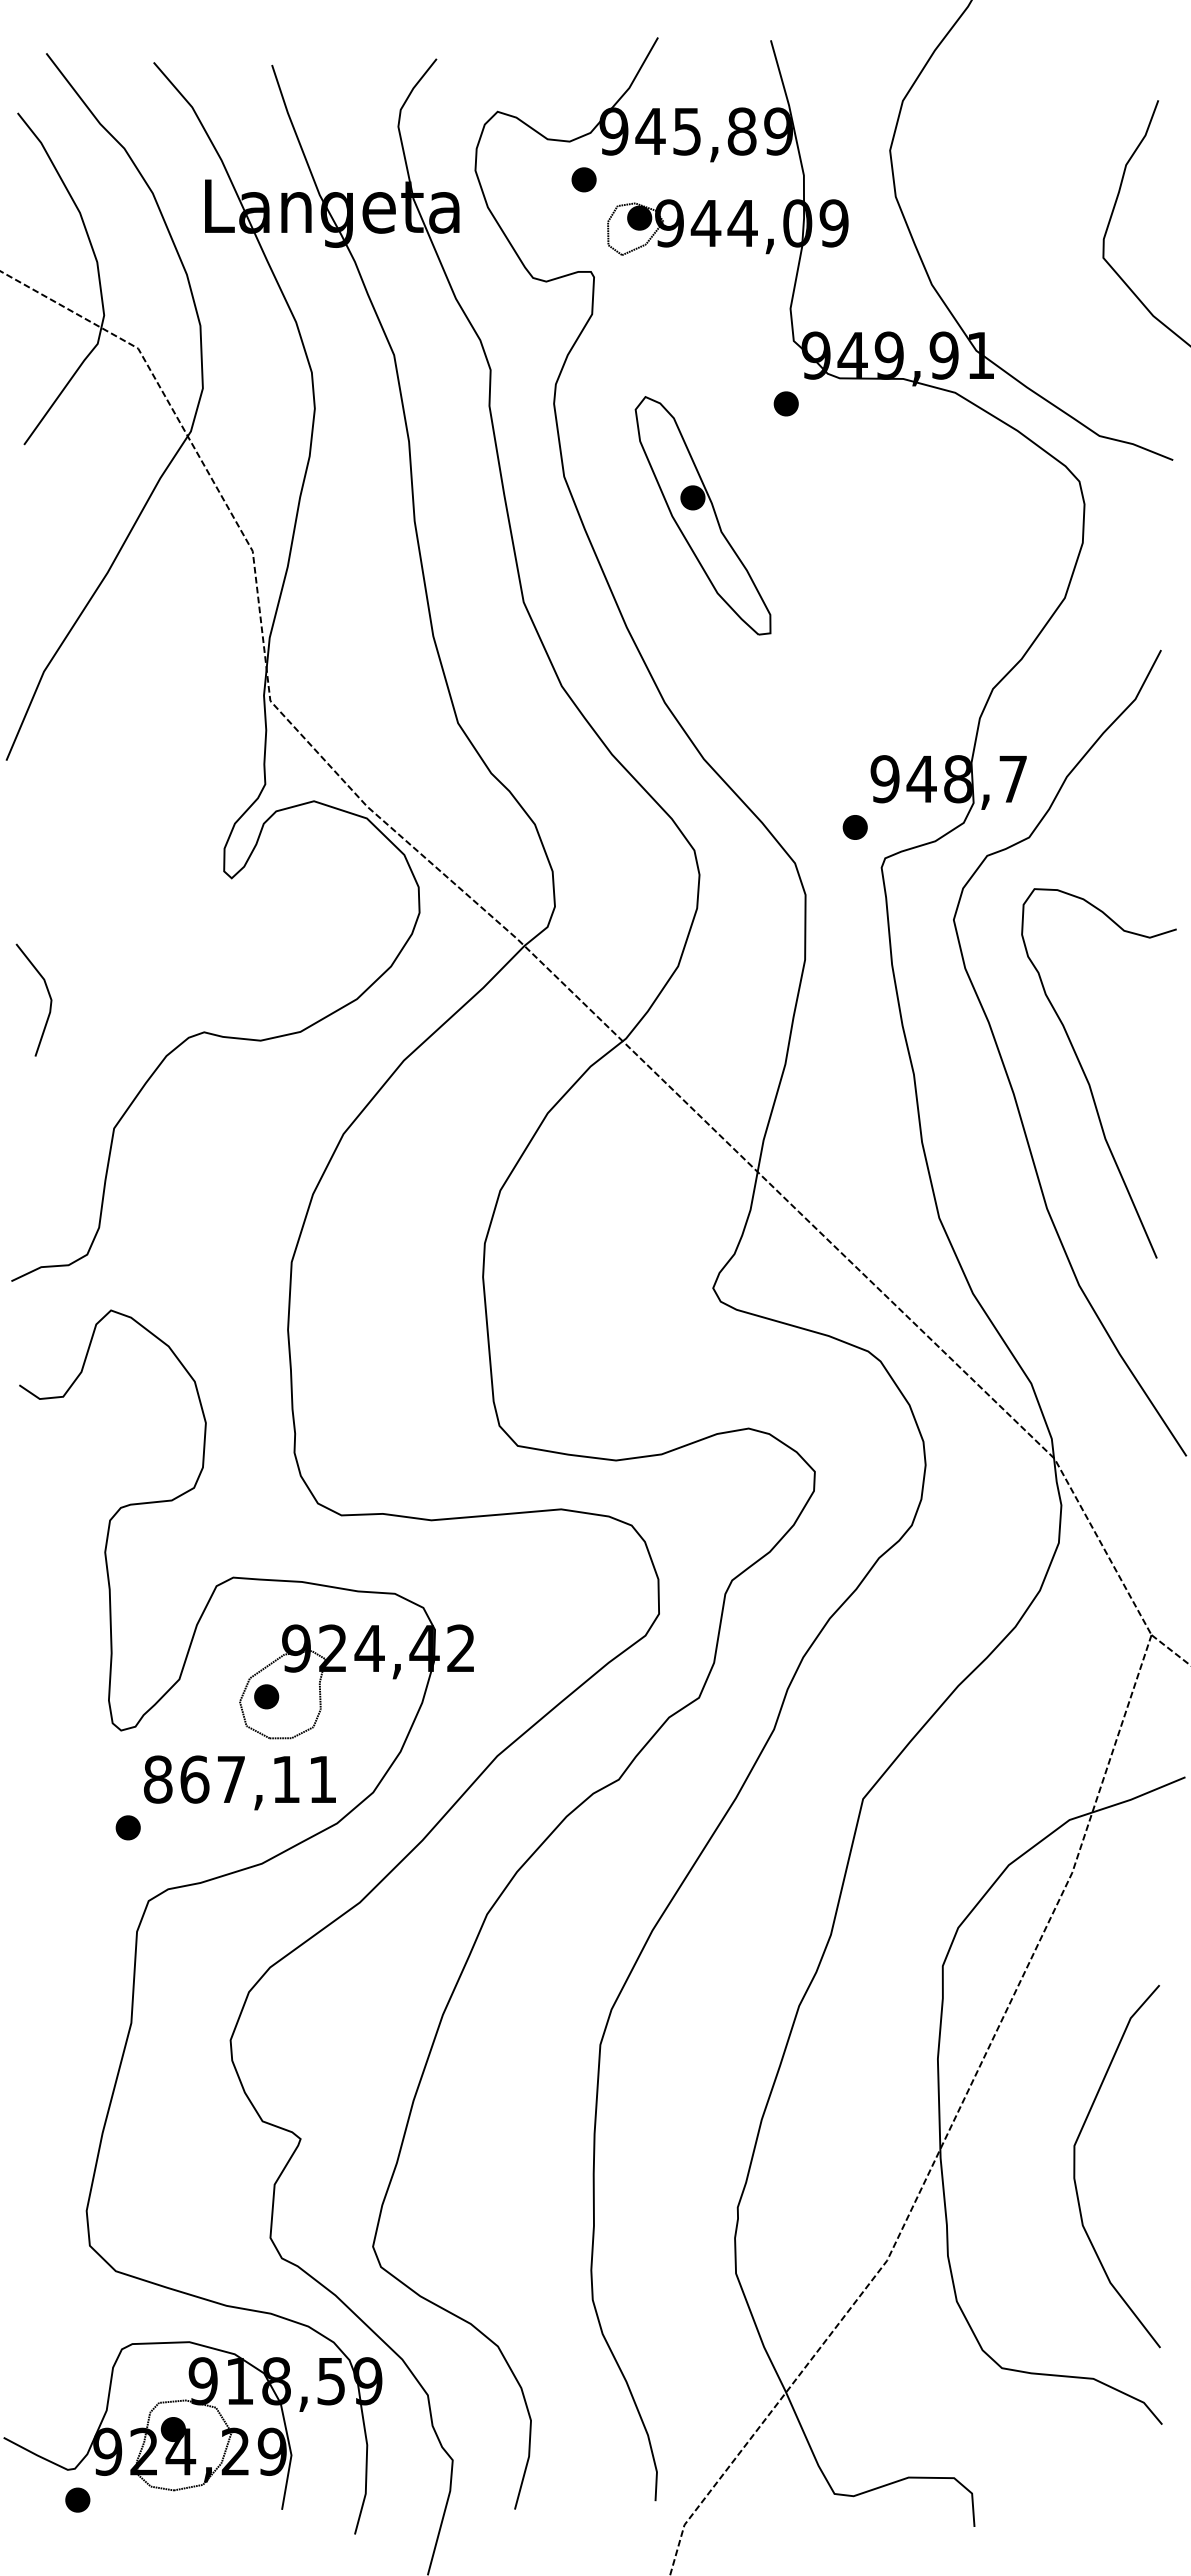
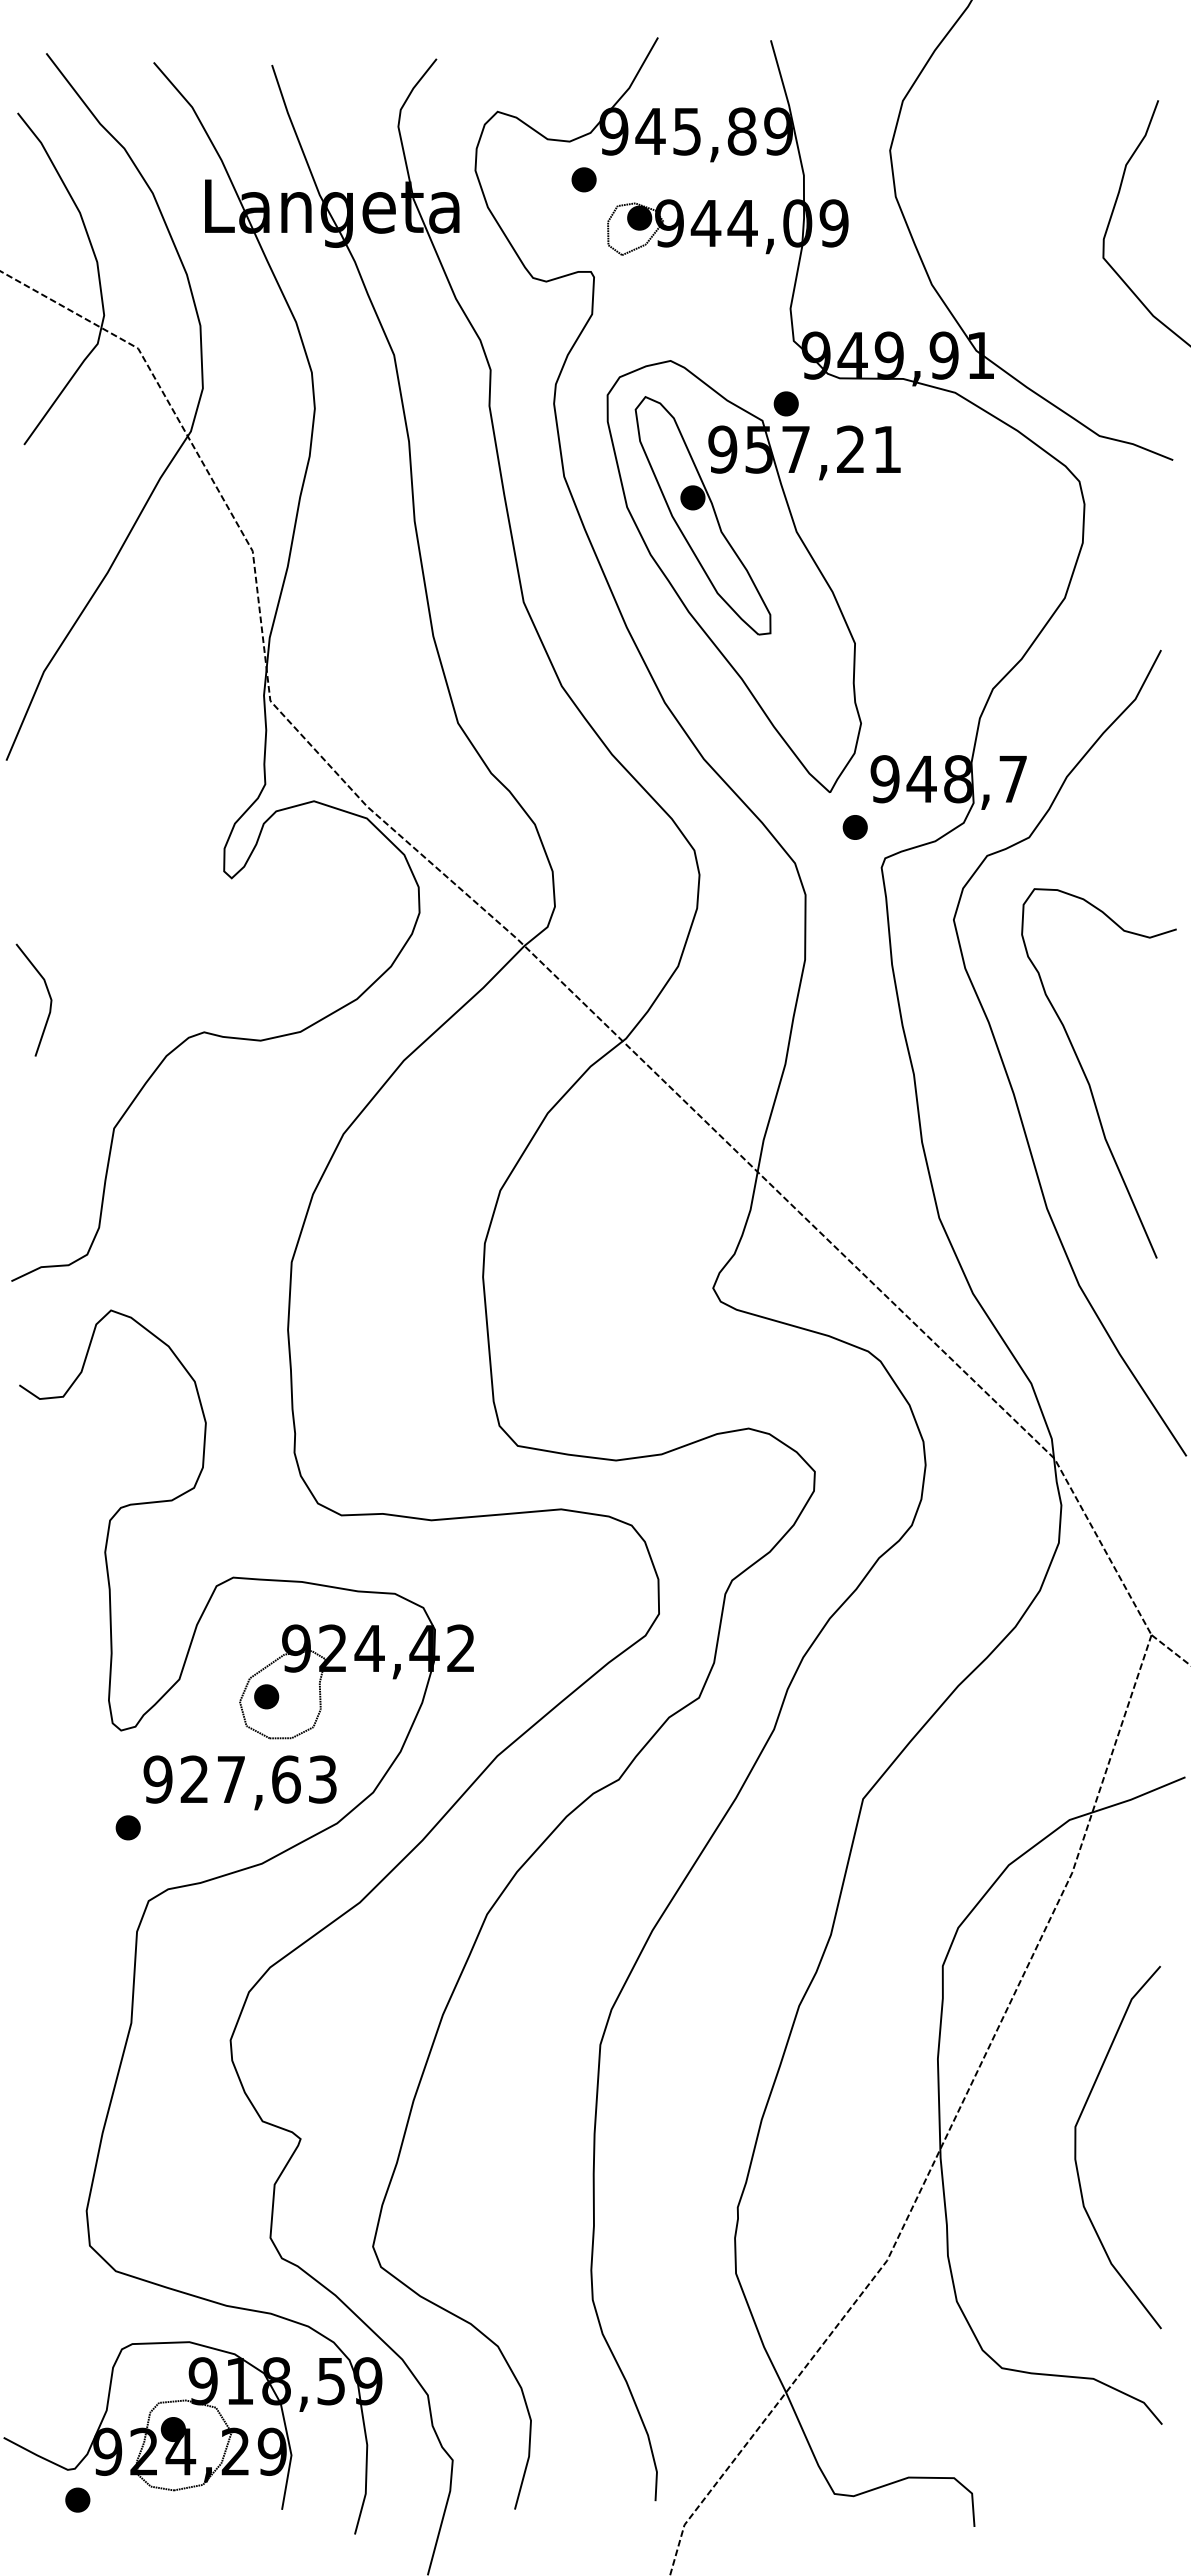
part at (753, 576): none -> present
text at (239, 1779): 867,11 -> 927,63
curve at (1075, 2166) position: (1075, 2166) -> (1076, 2147)
